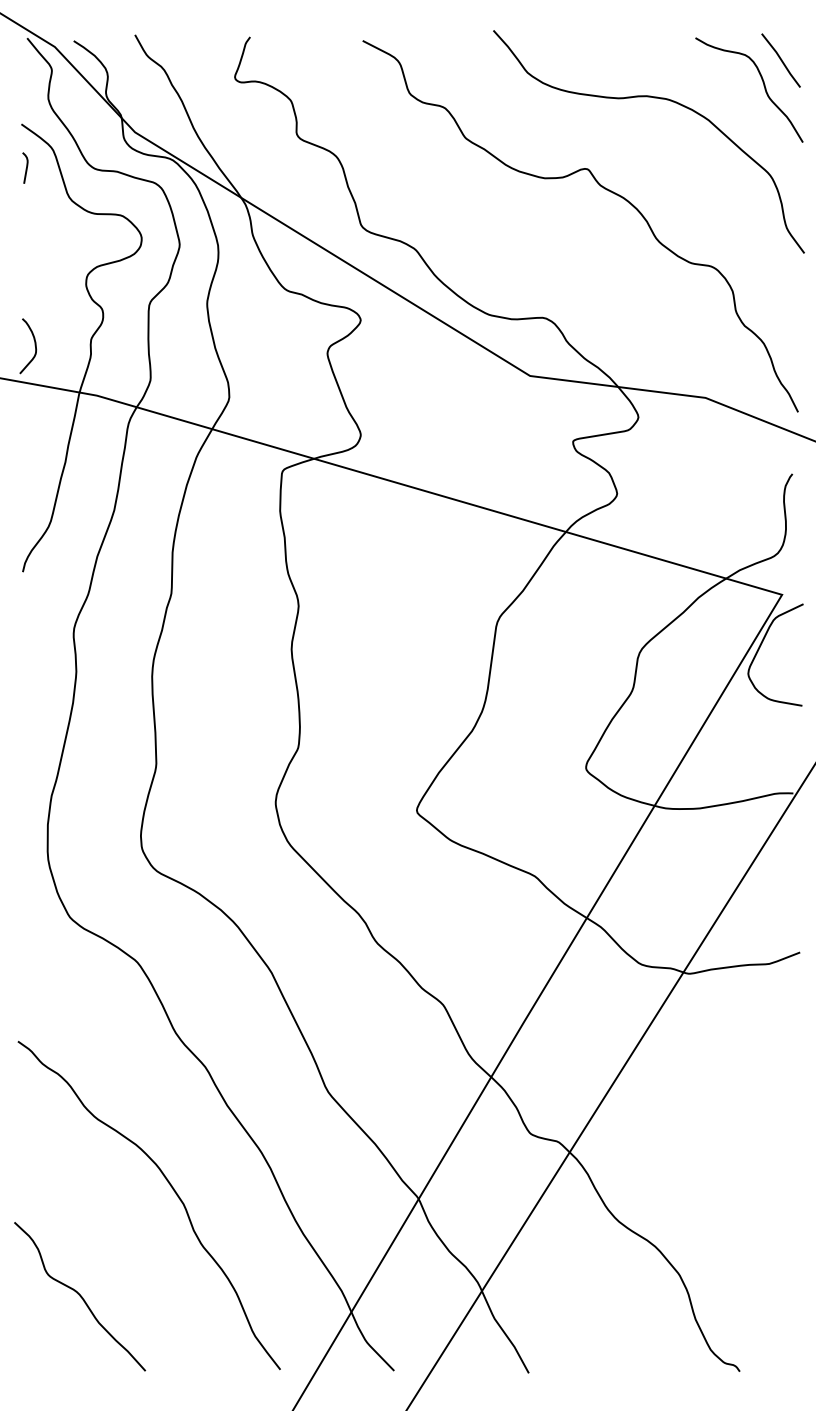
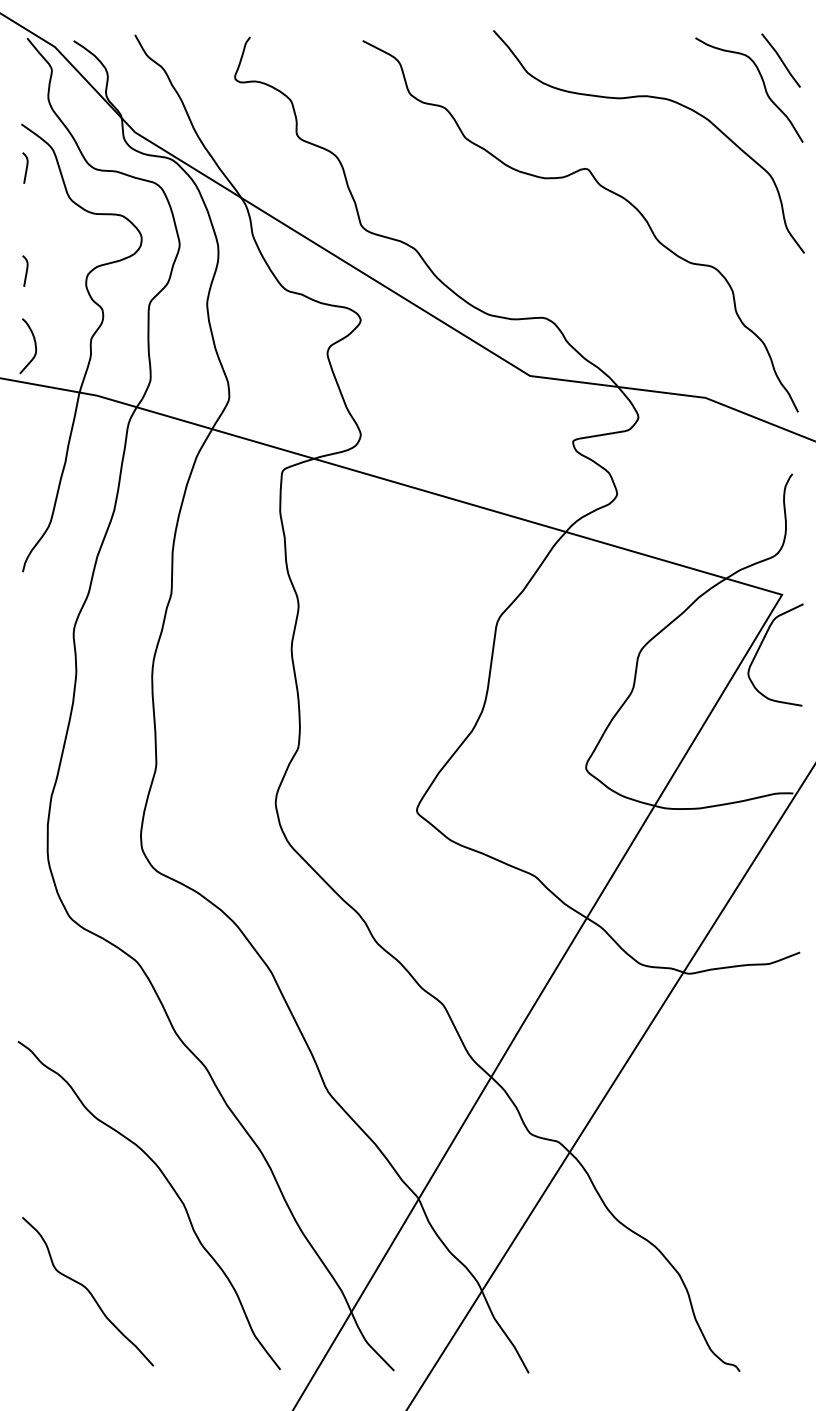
curve at (26, 270): none -> present
curve at (80, 1296) position: (80, 1296) -> (88, 1291)
